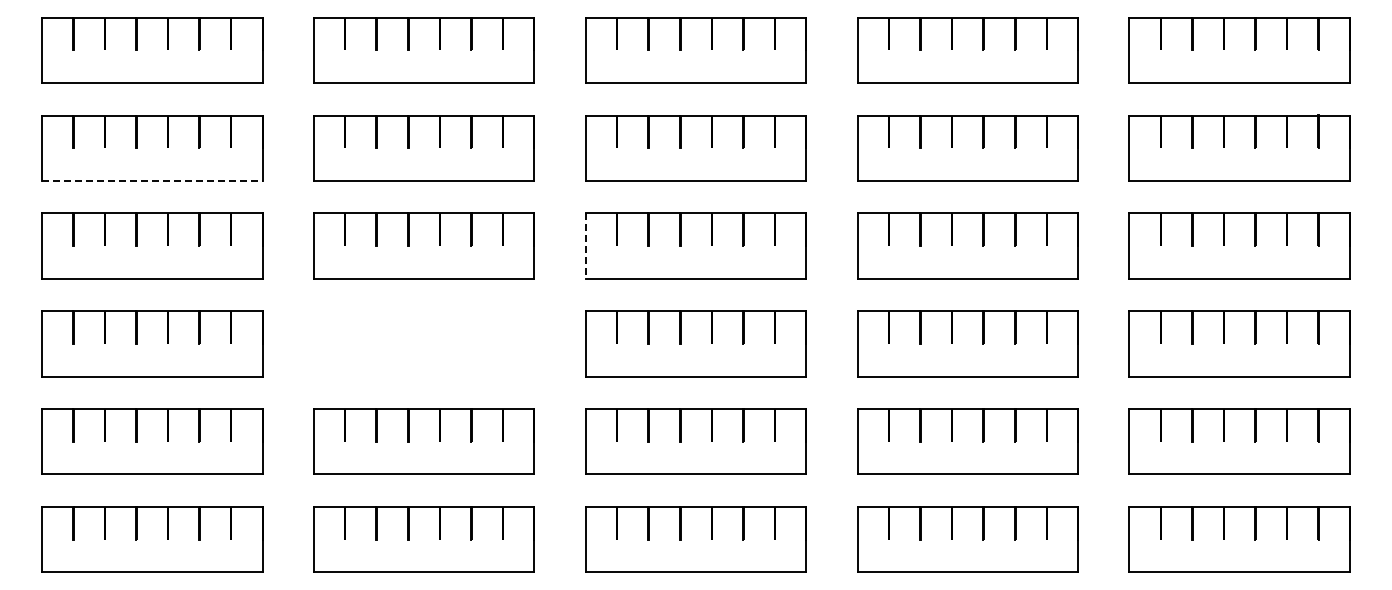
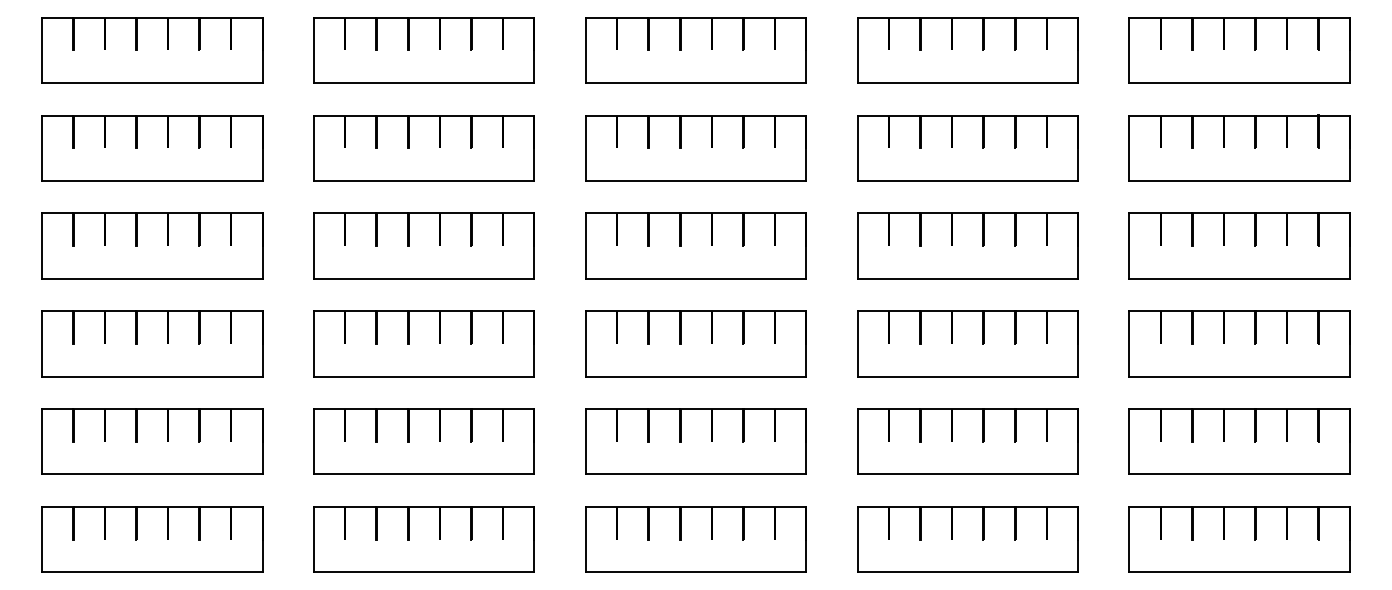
line at (152, 180): dashed -> solid
line at (585, 246): dashed -> solid
part at (423, 343): none -> present
